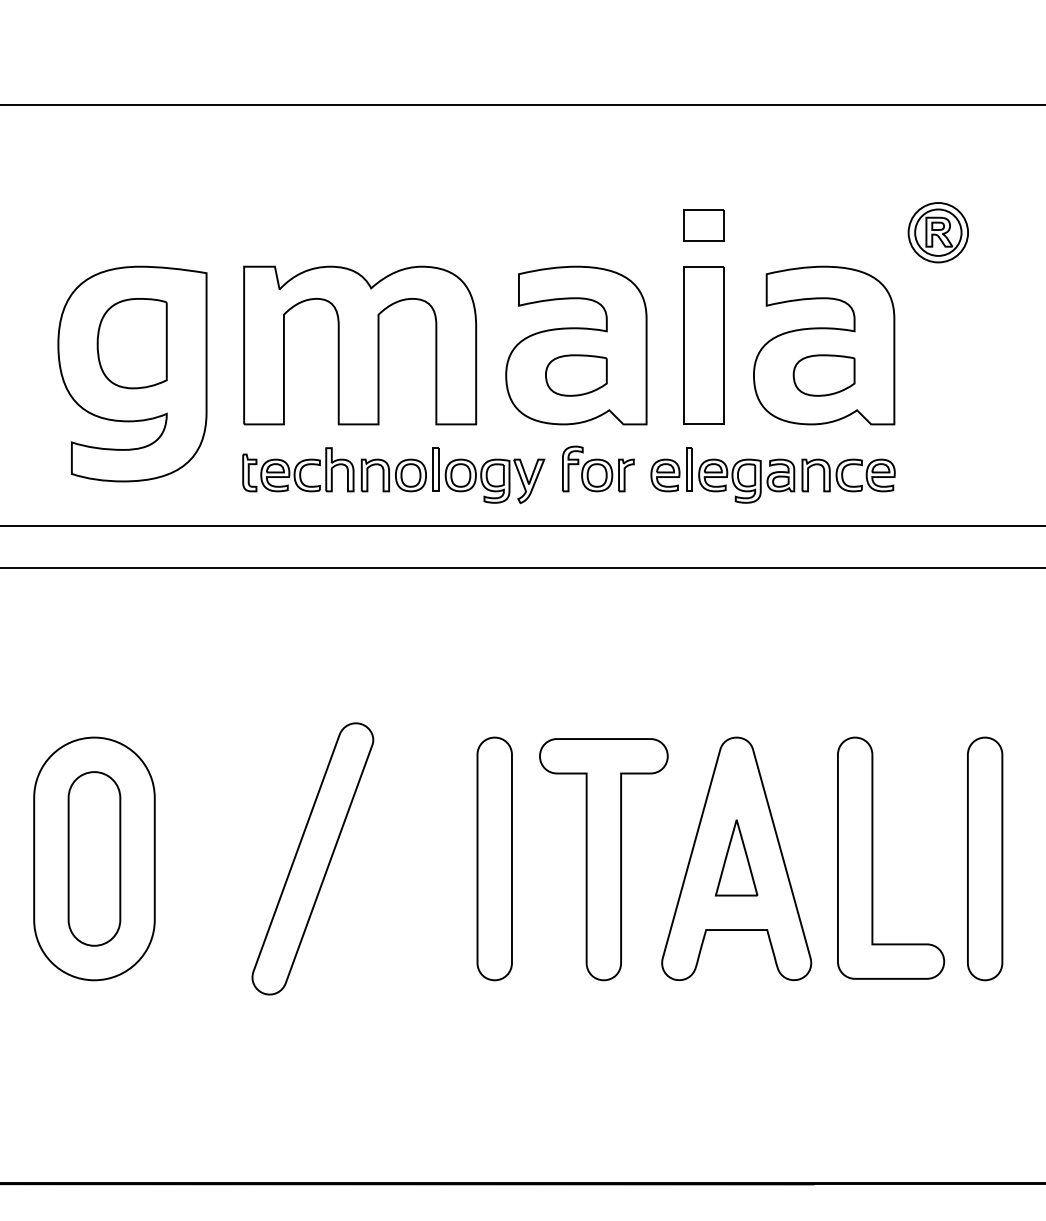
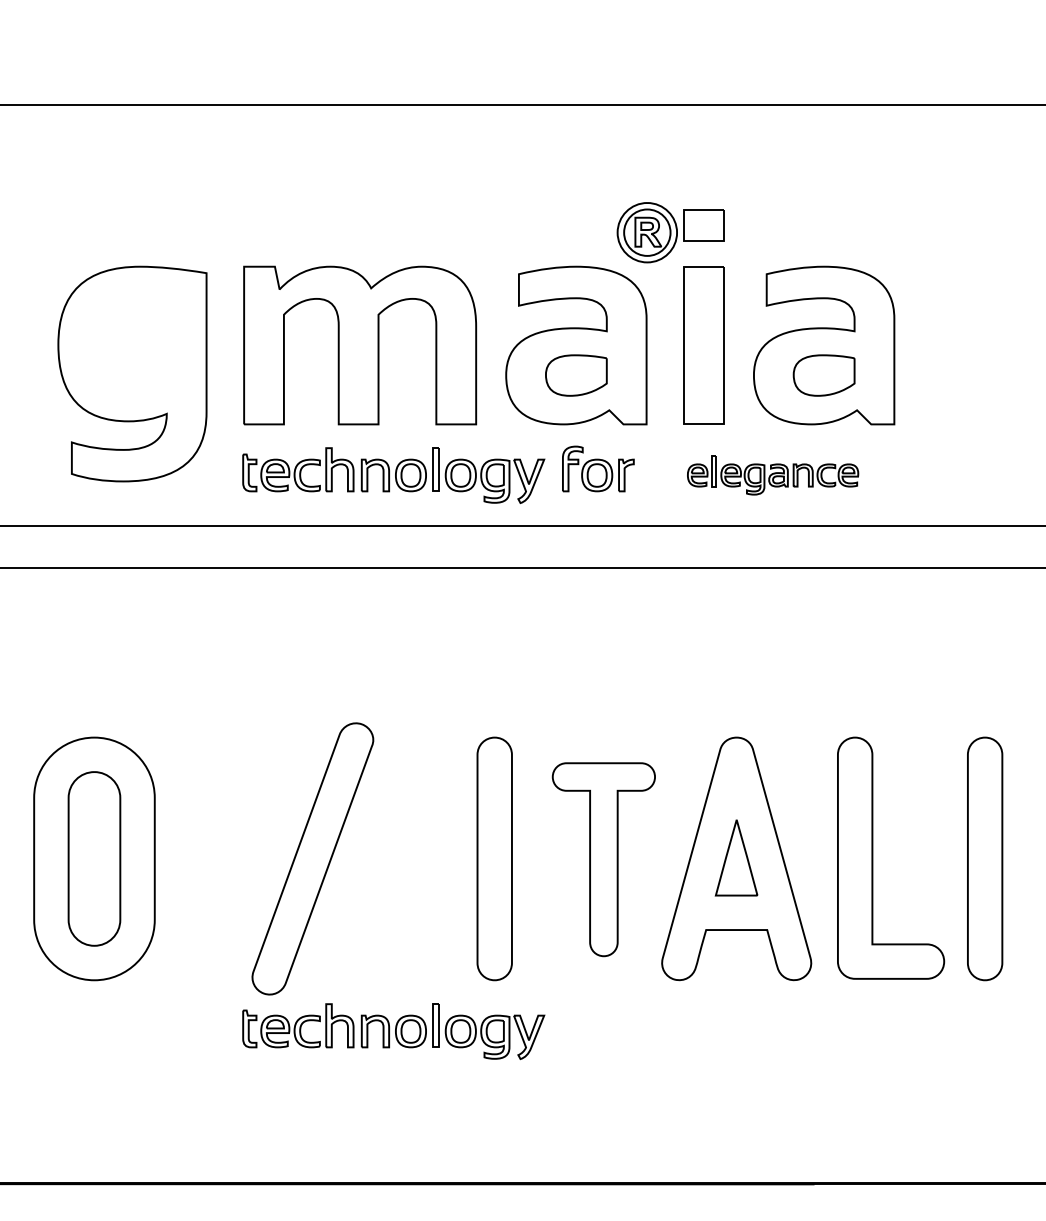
part at (937, 232) position: (937, 232) -> (646, 232)
part at (131, 343): present -> none
part at (772, 475) size: 246x57 px -> 173x41 px
part at (603, 859) size: 130x244 px -> 105x196 px
part at (393, 1031): none -> present
